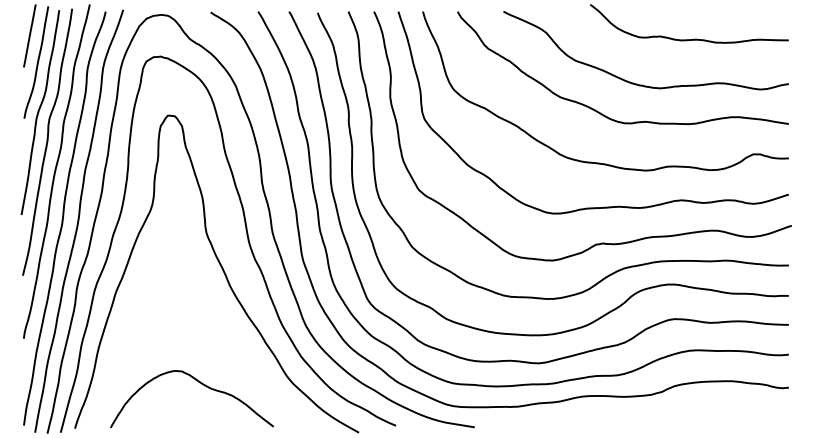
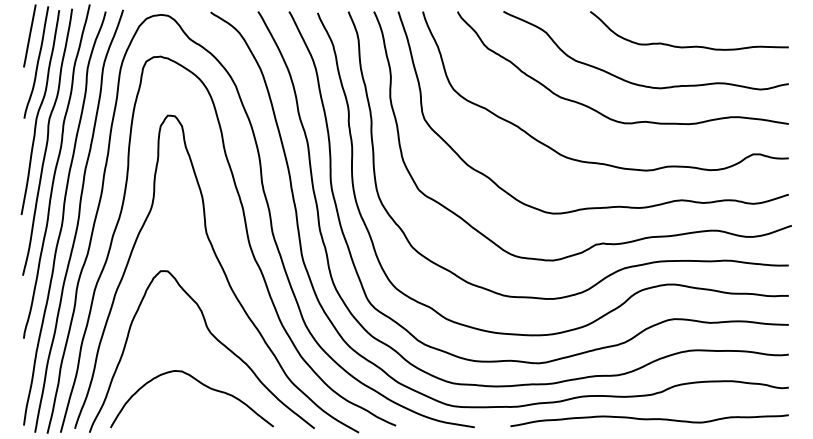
curve at (694, 38) position: (694, 38) -> (694, 45)
curve at (214, 338): none -> present
curve at (649, 420): none -> present
